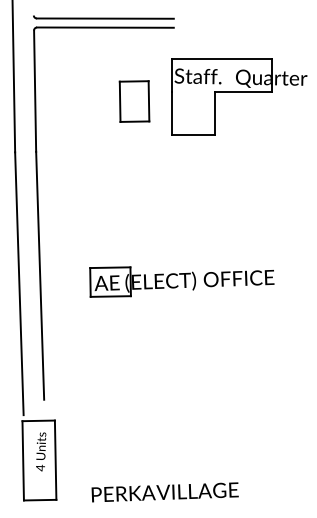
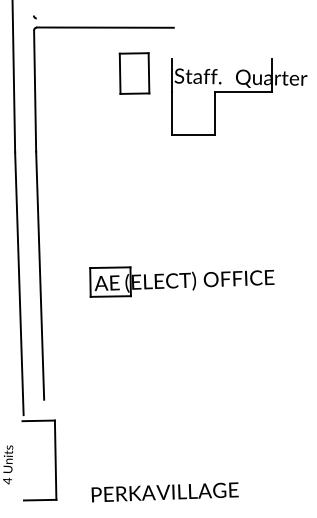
line at (104, 18): present -> none
line at (221, 58): present -> none
part at (134, 101) position: (134, 101) -> (134, 73)
text at (41, 451) position: (41, 451) -> (8, 464)
line at (22, 460): present -> none
